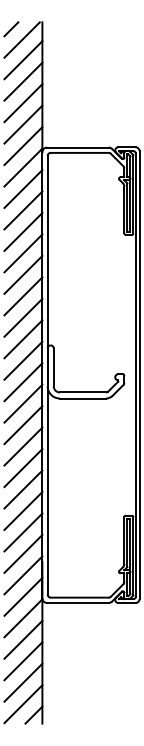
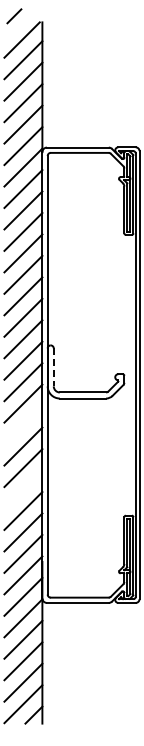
line at (11, 29) position: (11, 29) -> (14, 16)
line at (53, 367): solid -> dashed
line at (23, 425): present -> none
line at (23, 489): present -> none
